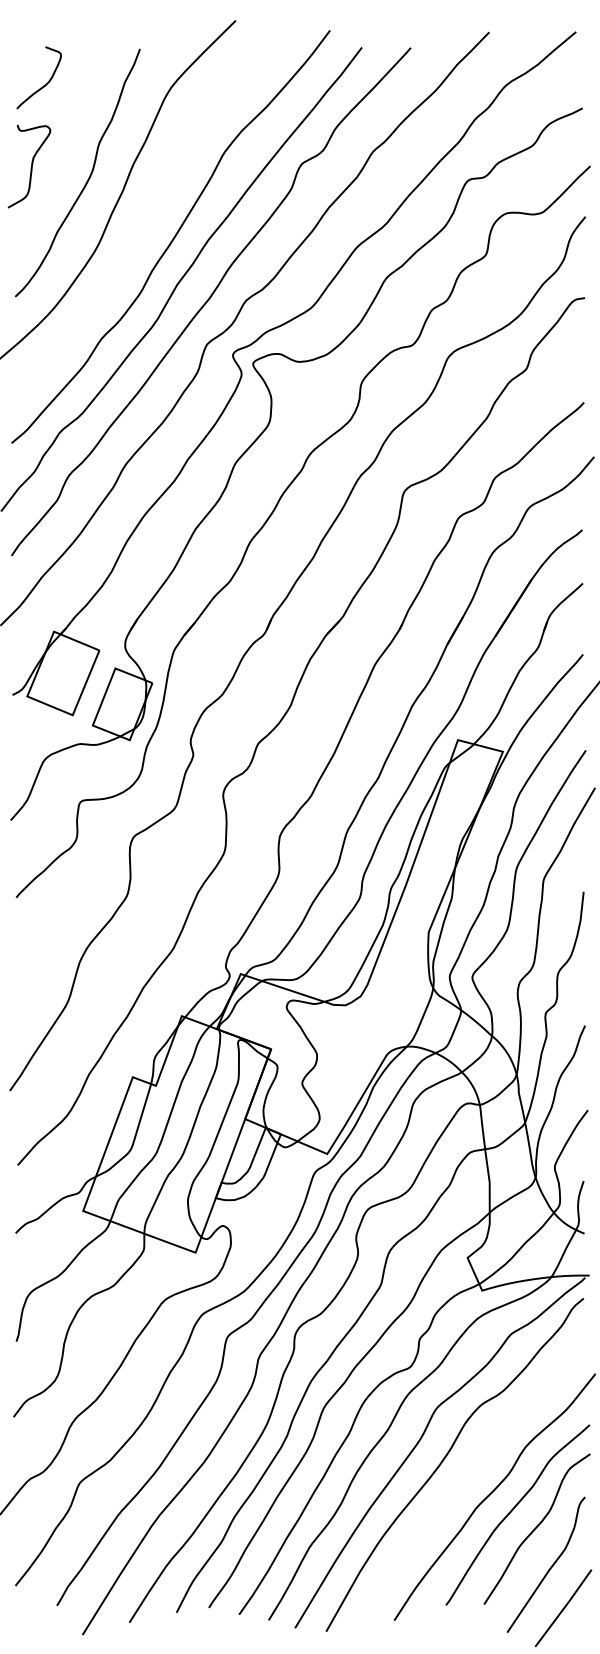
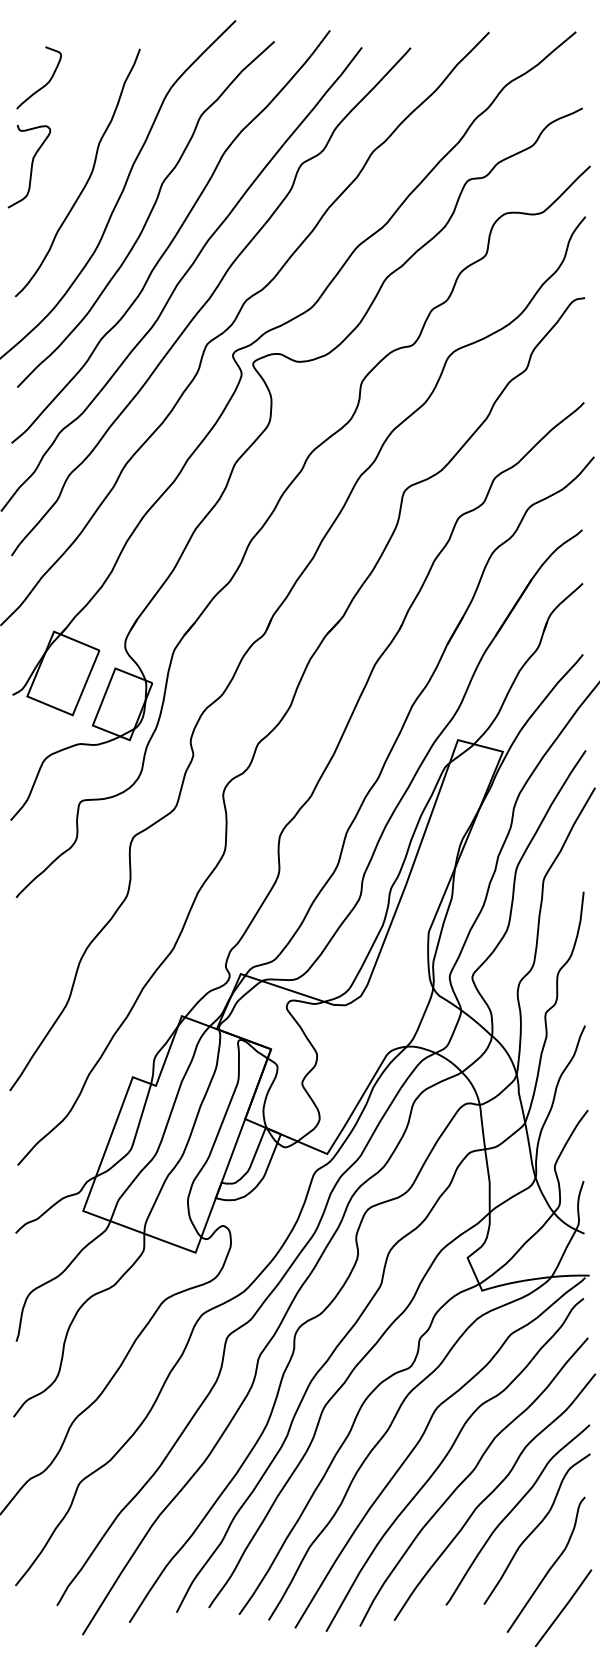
curve at (148, 214): none -> present
curve at (469, 1476): none -> present
